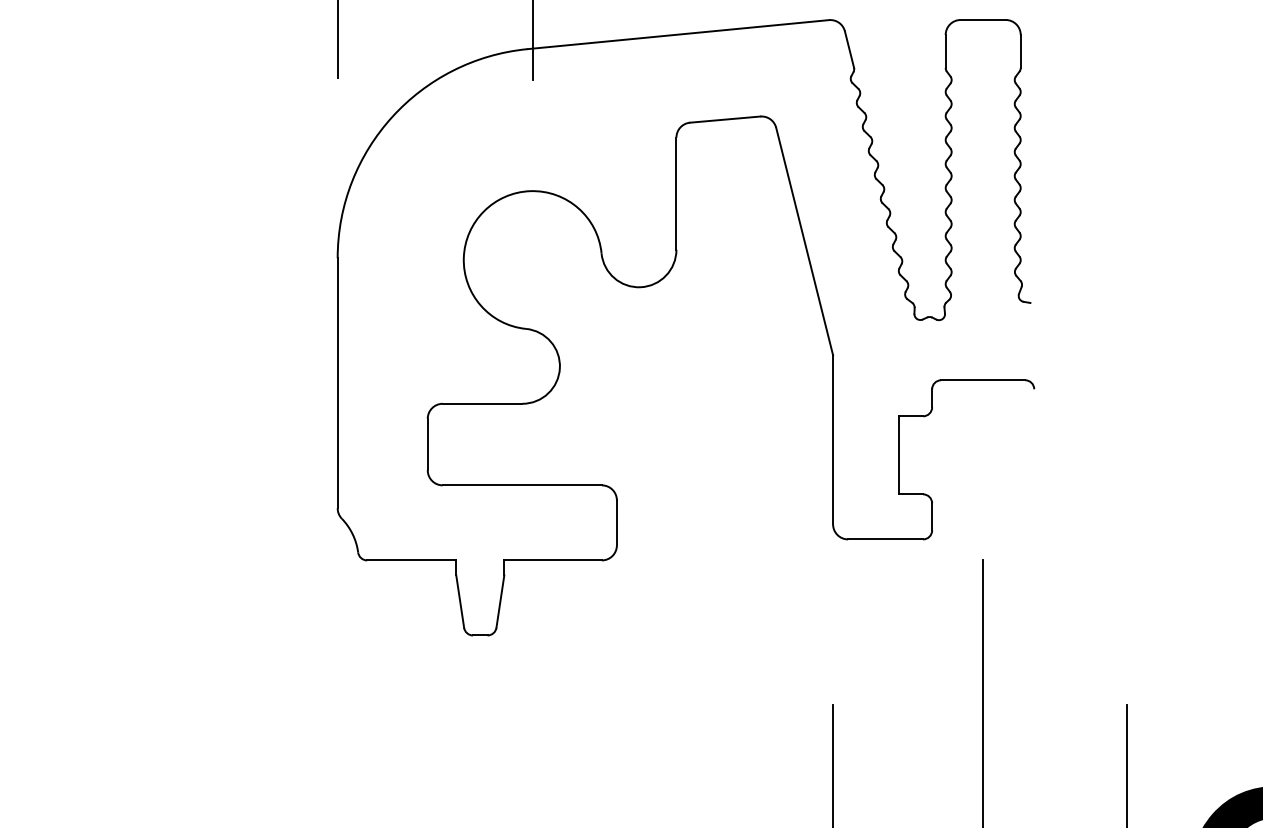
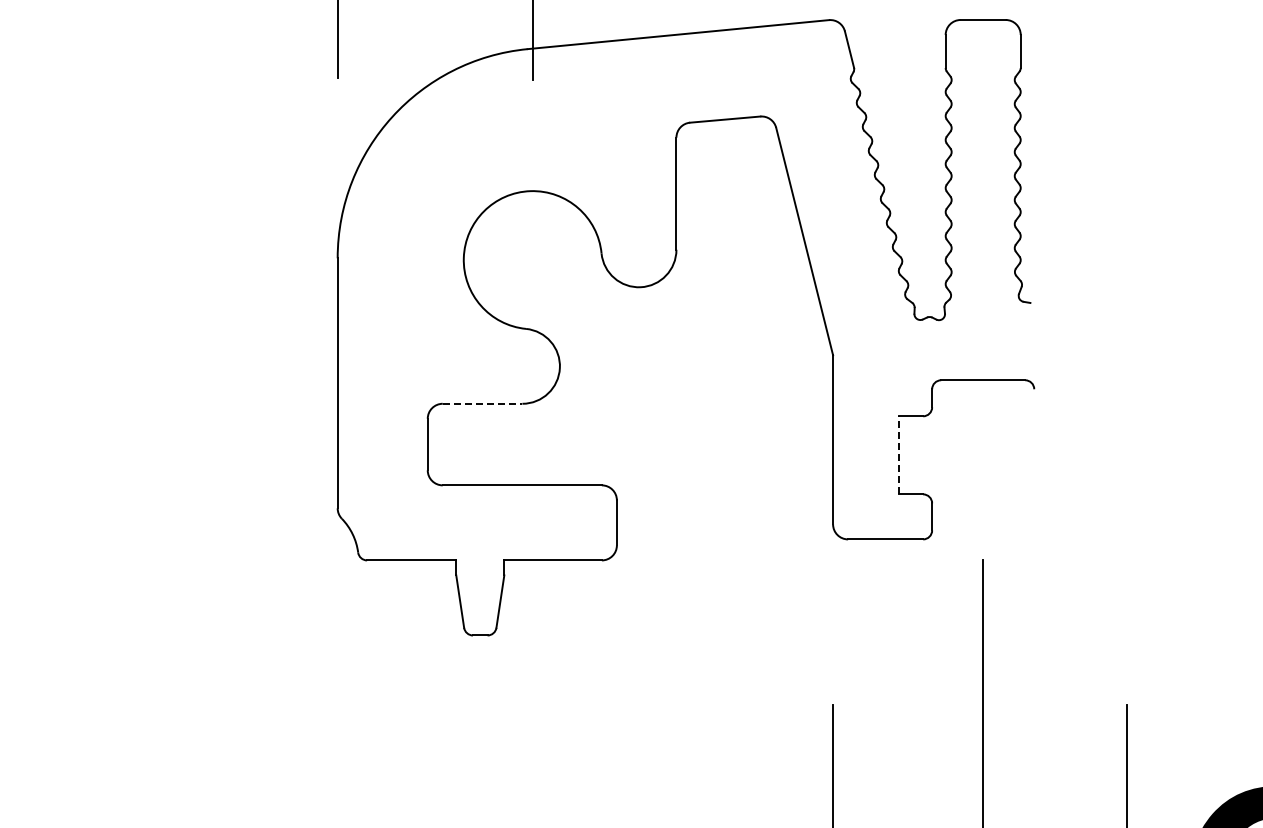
line at (482, 403): solid -> dashed
line at (899, 454): solid -> dashed
